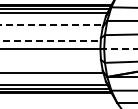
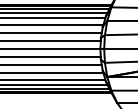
line at (53, 18): none -> present
line at (52, 25): dashed -> solid
line at (51, 32): none -> present
line at (50, 41): dashed -> solid
line at (120, 49): dashed -> solid
line at (51, 56): none -> present
line at (51, 65): none -> present
line at (53, 79): none -> present
